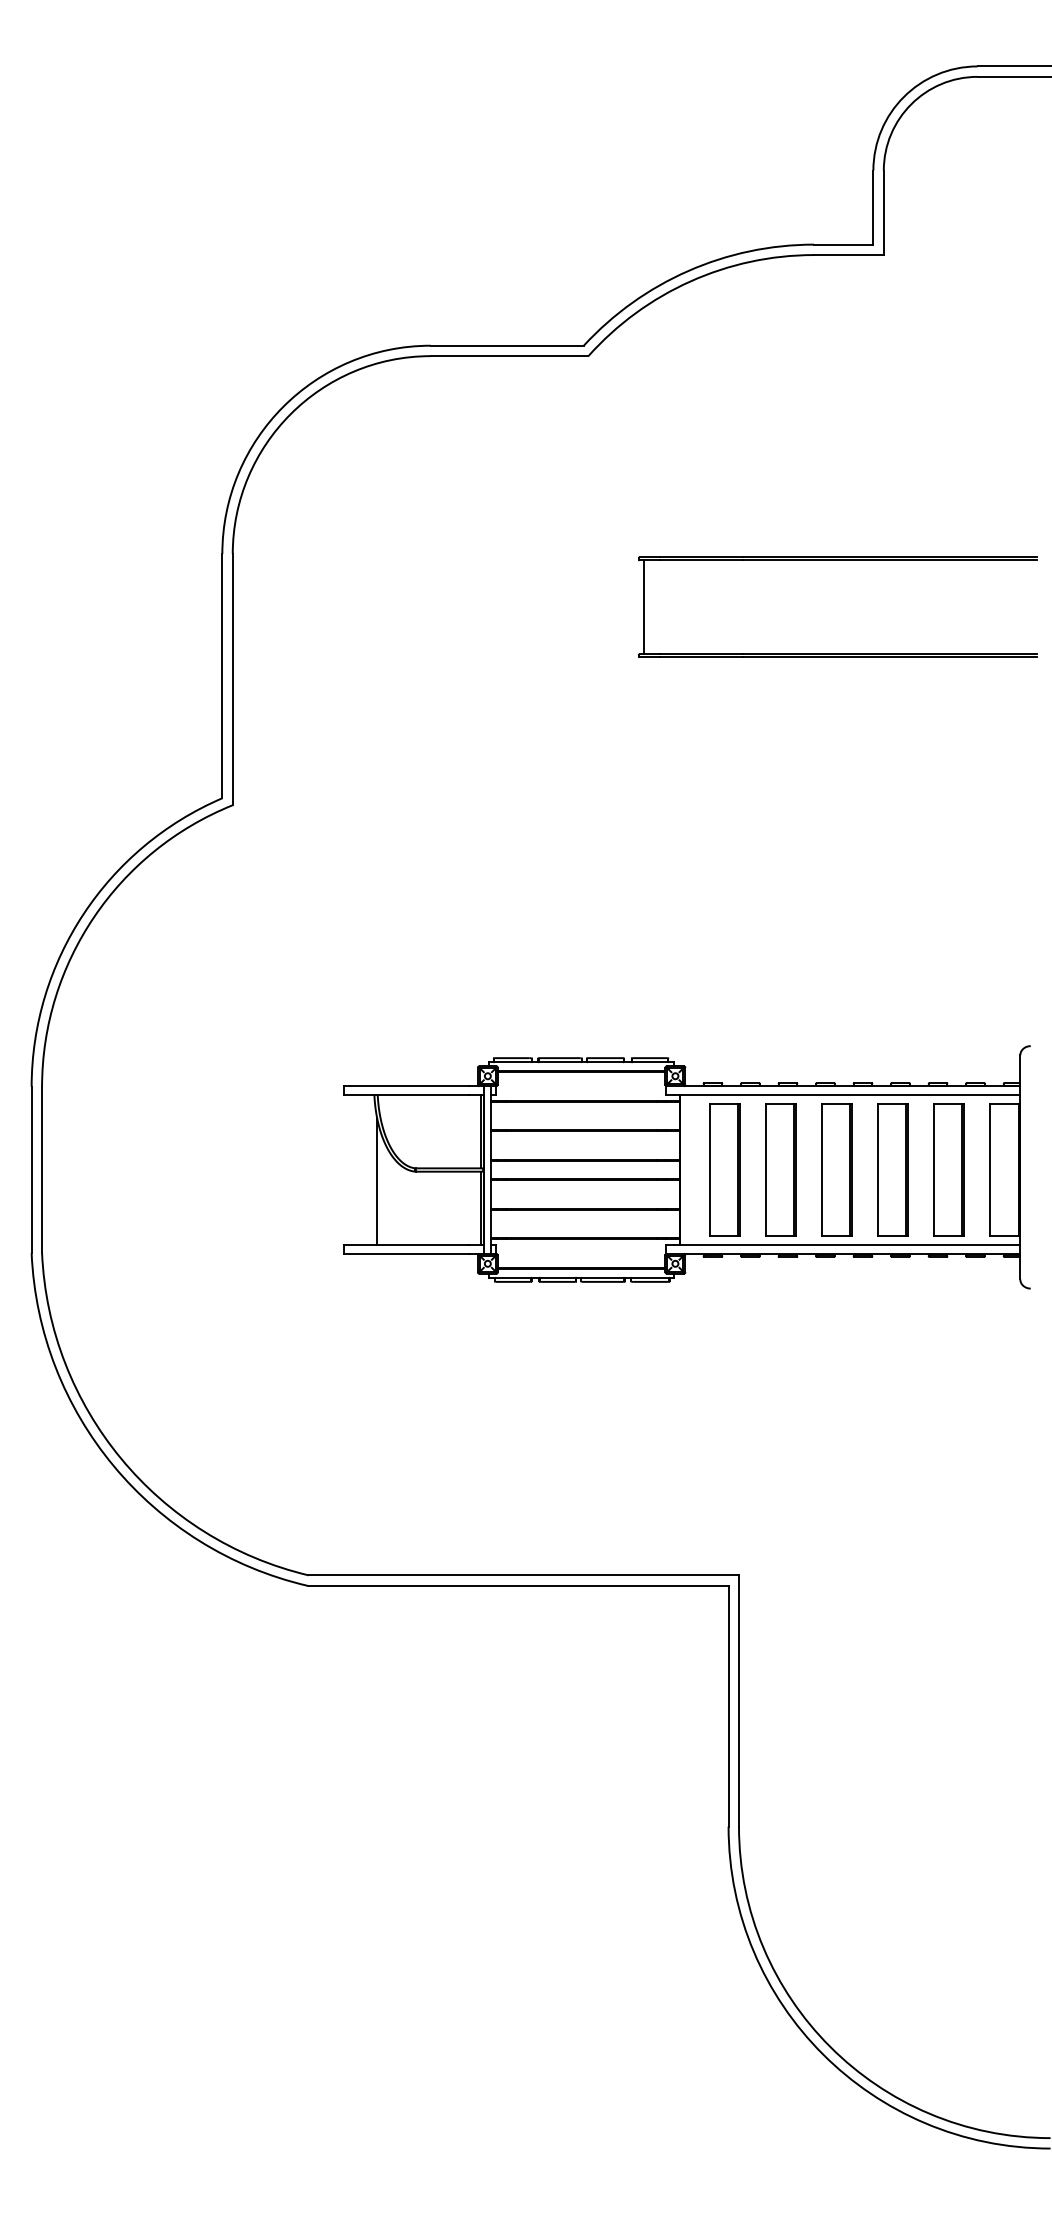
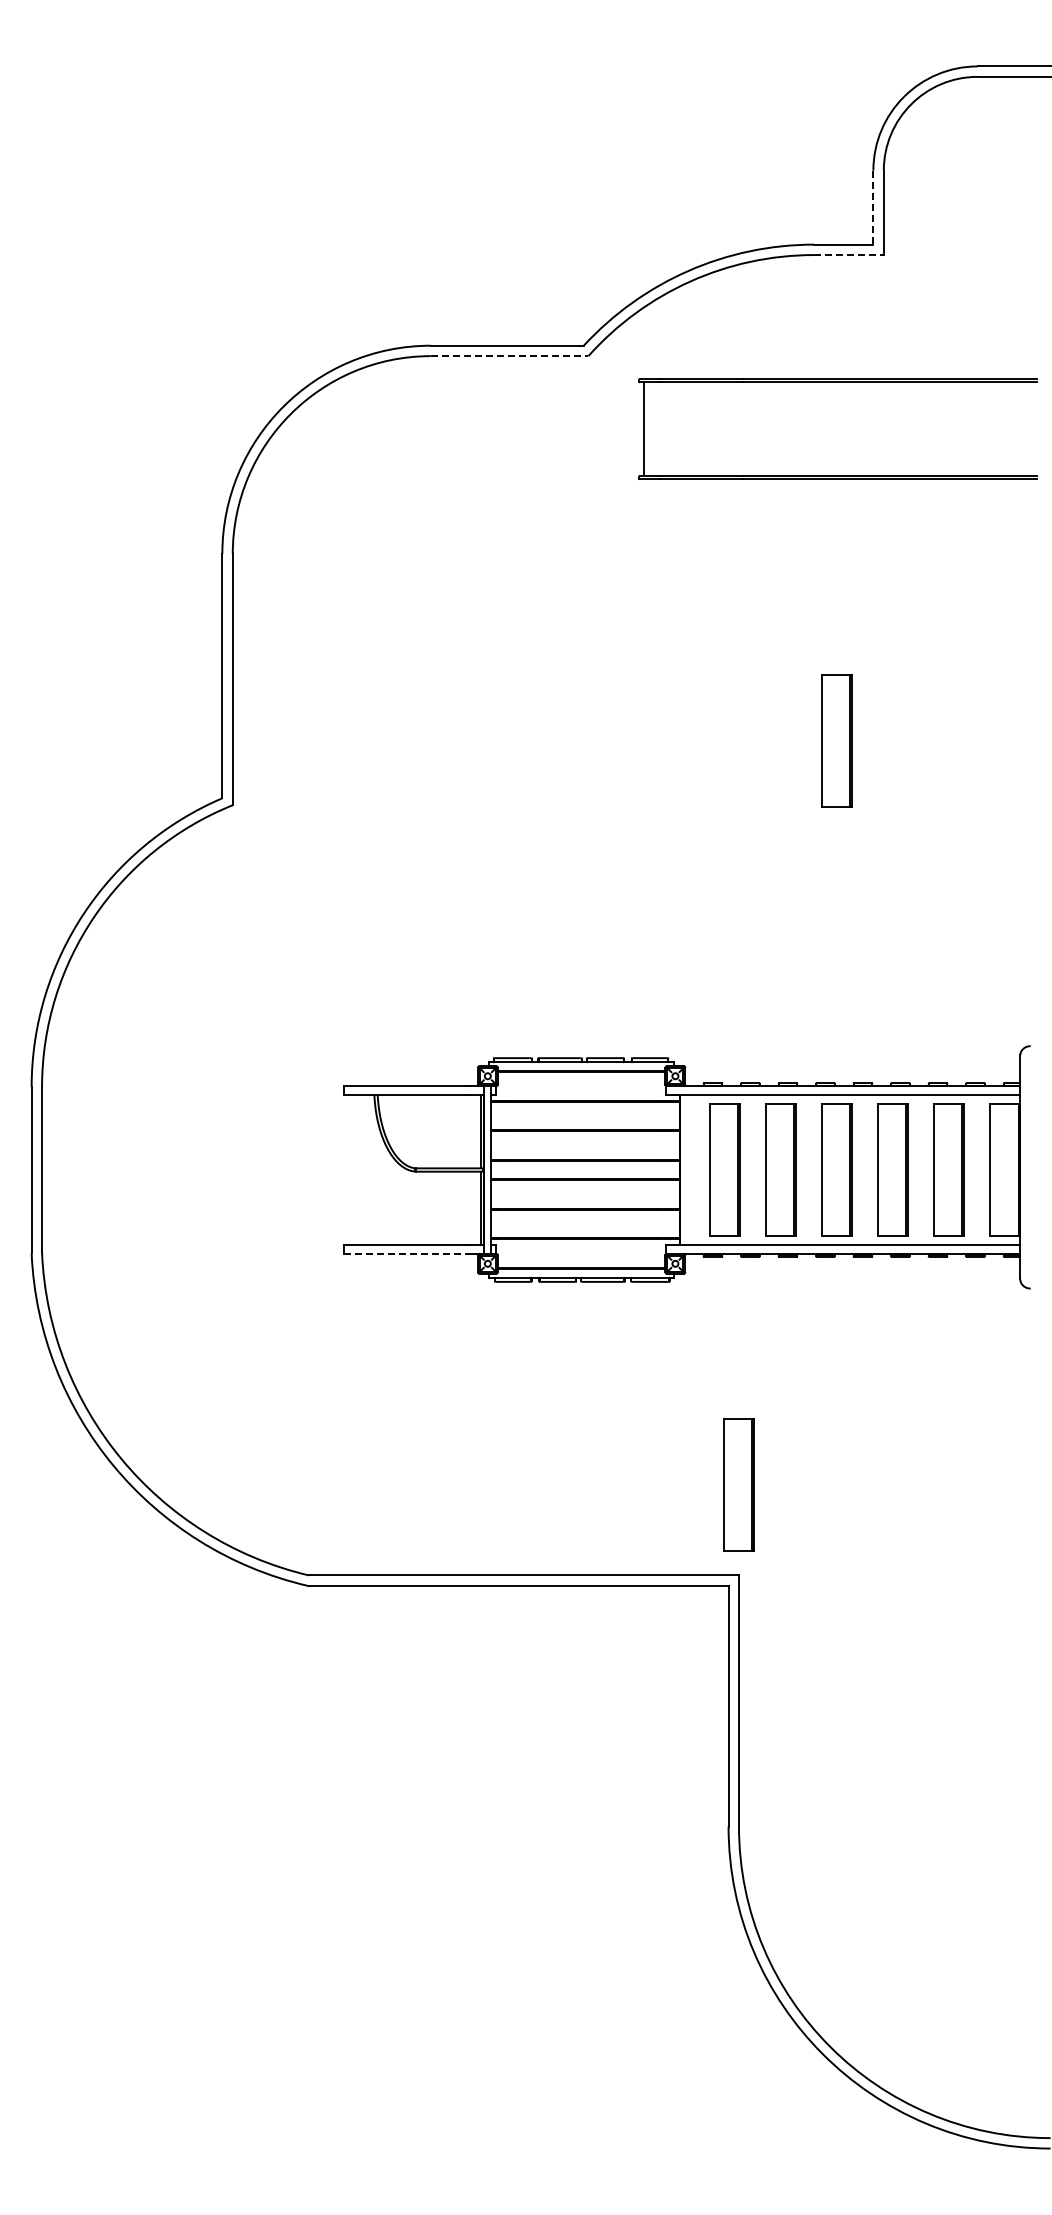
line at (873, 207): solid -> dashed
line at (848, 255): solid -> dashed
line at (509, 356): solid -> dashed
part at (837, 560) position: (837, 560) -> (837, 382)
part at (836, 740): none -> present
line at (377, 1181): present -> none
line at (406, 1254): solid -> dashed
part at (738, 1484): none -> present
